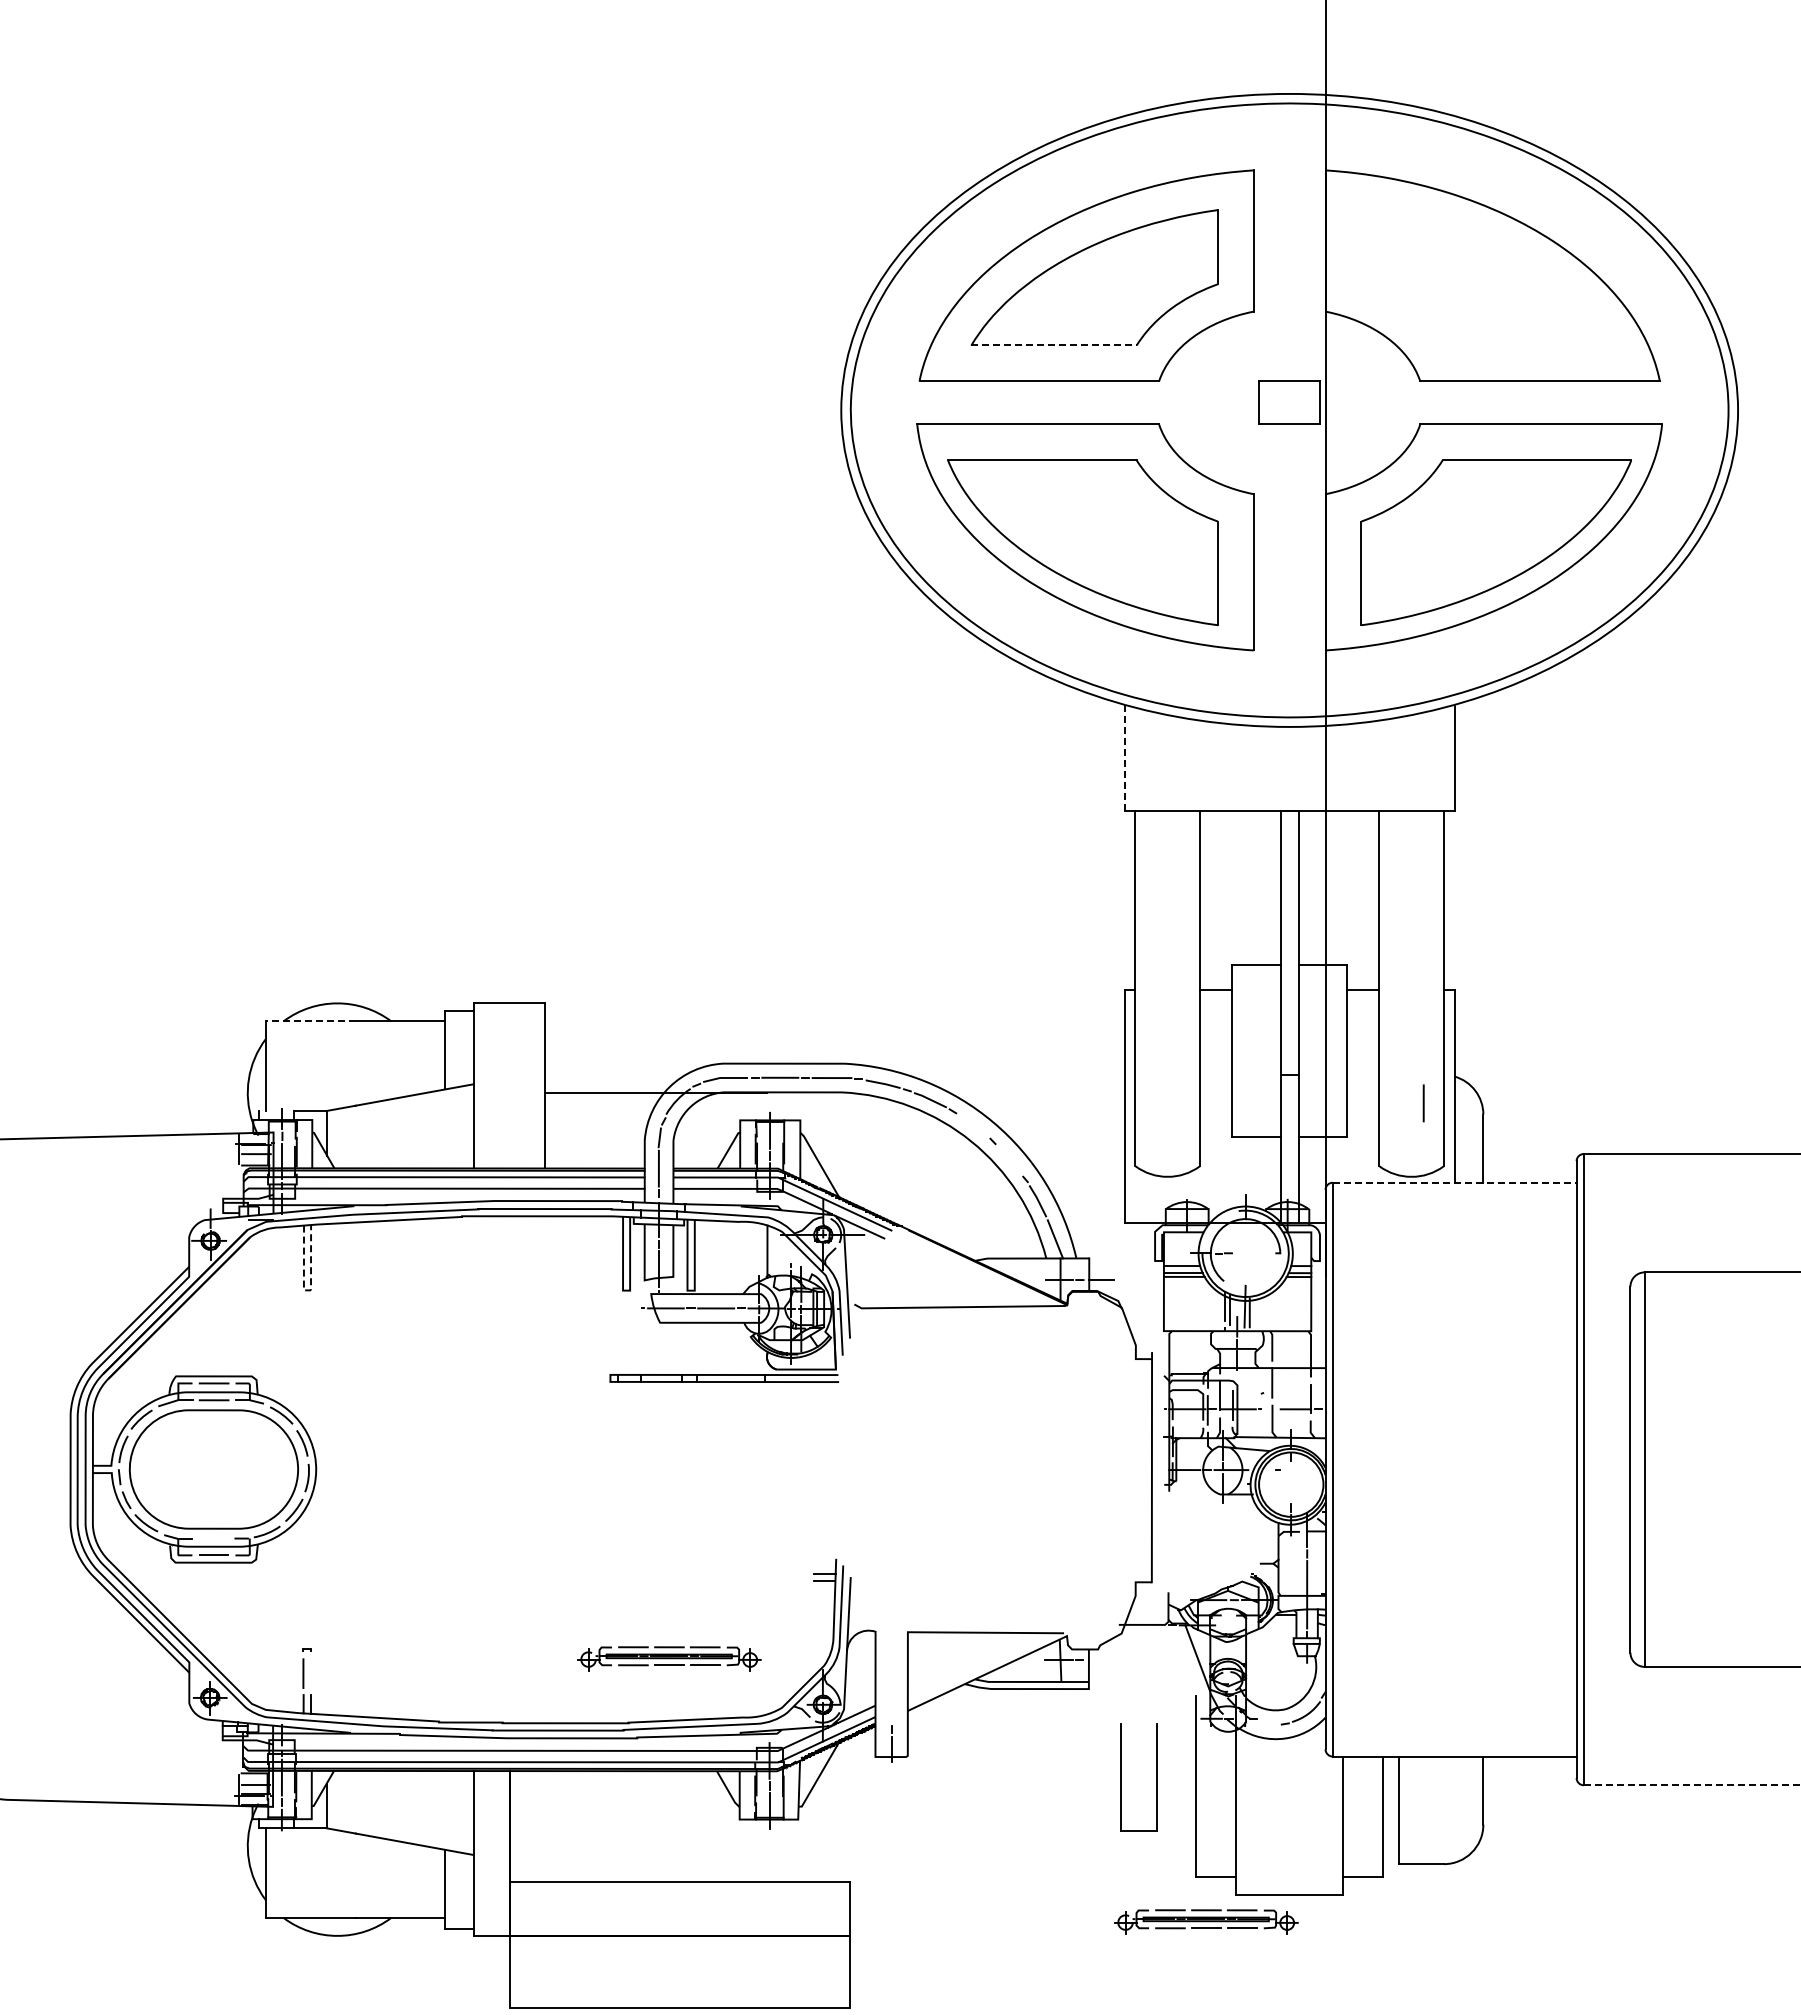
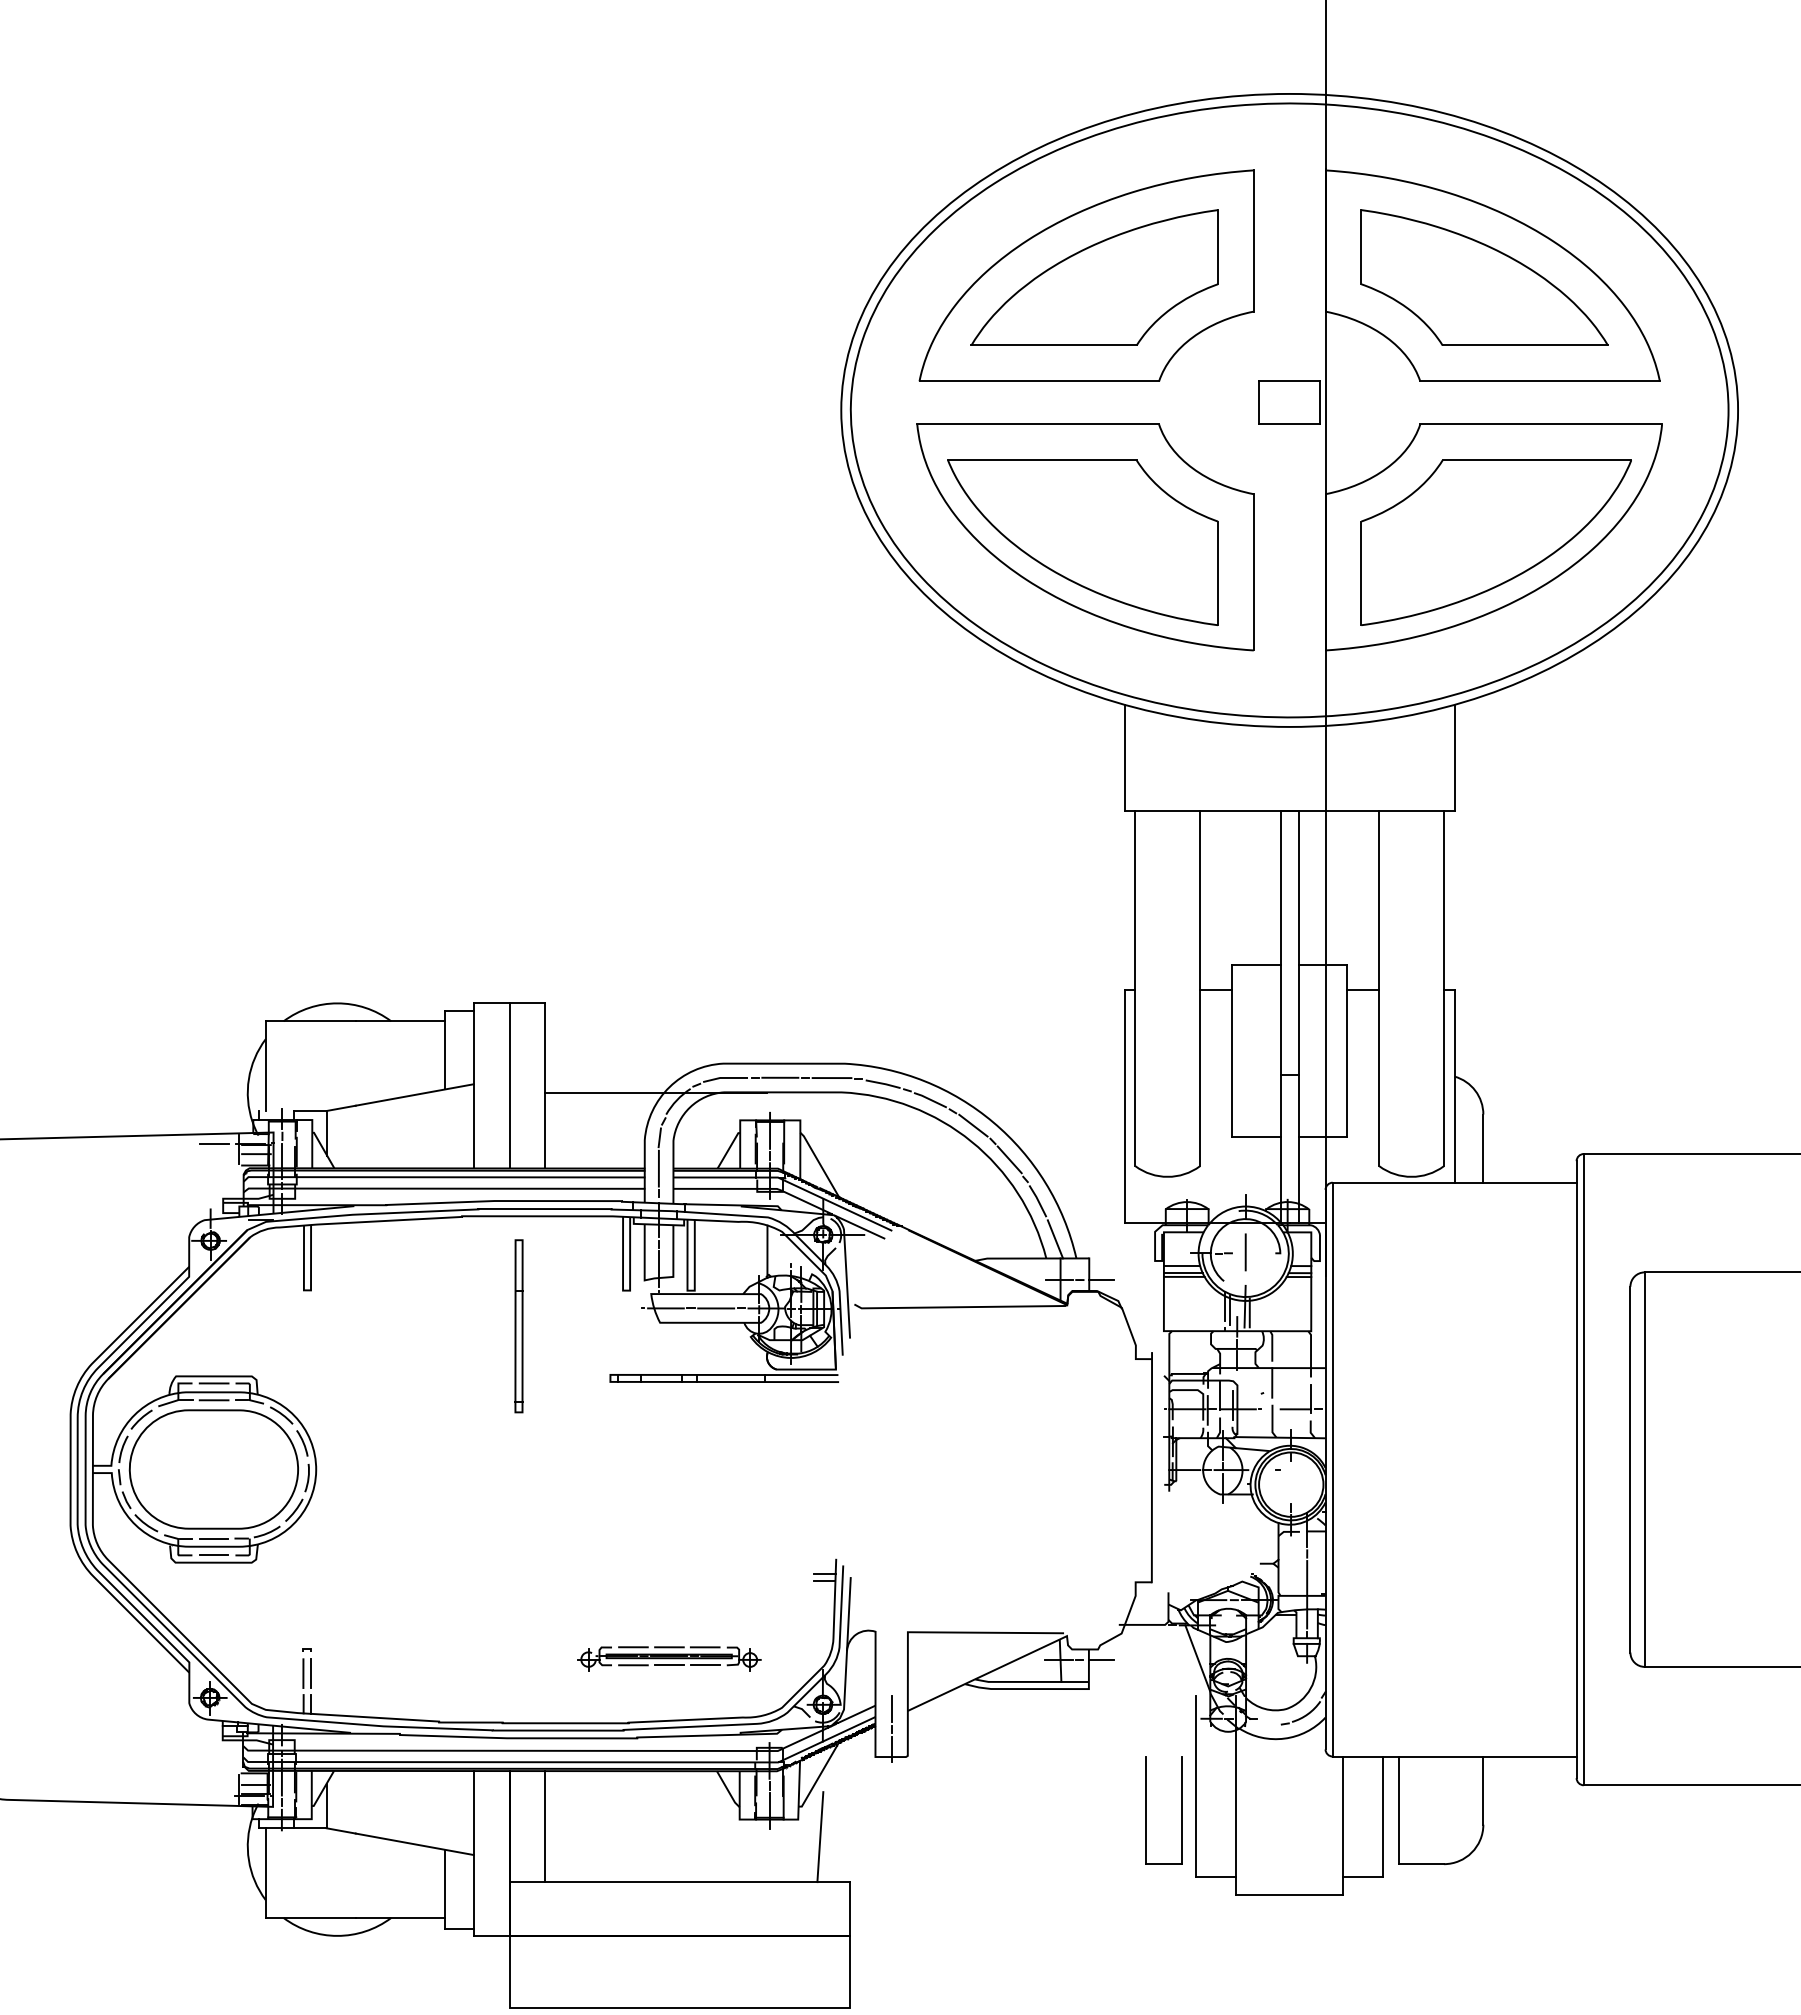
part at (1484, 277): none -> present
line at (1054, 345): dashed -> solid
line at (1124, 758): dashed -> solid
line at (310, 1021): dashed -> solid
line at (509, 1085): none -> present
line at (1423, 1103) position: (1423, 1103) -> (1245, 1252)
line at (973, 1125): none -> present
line at (214, 1144): none -> present
line at (1009, 1159): none -> present
line at (1454, 1182): dashed -> solid
line at (308, 1290): dashed -> solid
part at (518, 1326): none -> present
line at (213, 1538): none -> present
line at (1100, 1660): none -> present
line at (310, 1673): none -> present
line at (891, 1709): none -> present
part at (1121, 1777) position: (1121, 1777) -> (1146, 1810)
line at (1692, 1785): dashed -> solid
line at (545, 1826): none -> present
line at (820, 1837): none -> present
part at (1206, 1921): present -> none
